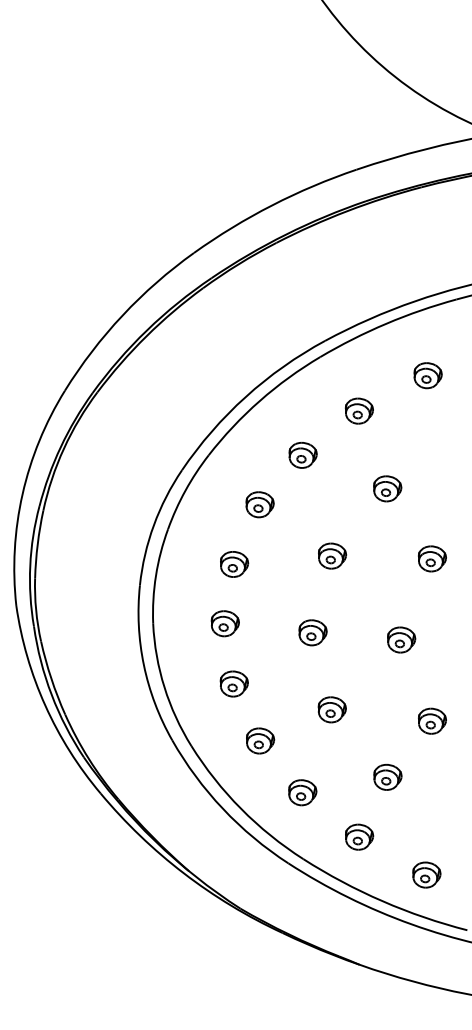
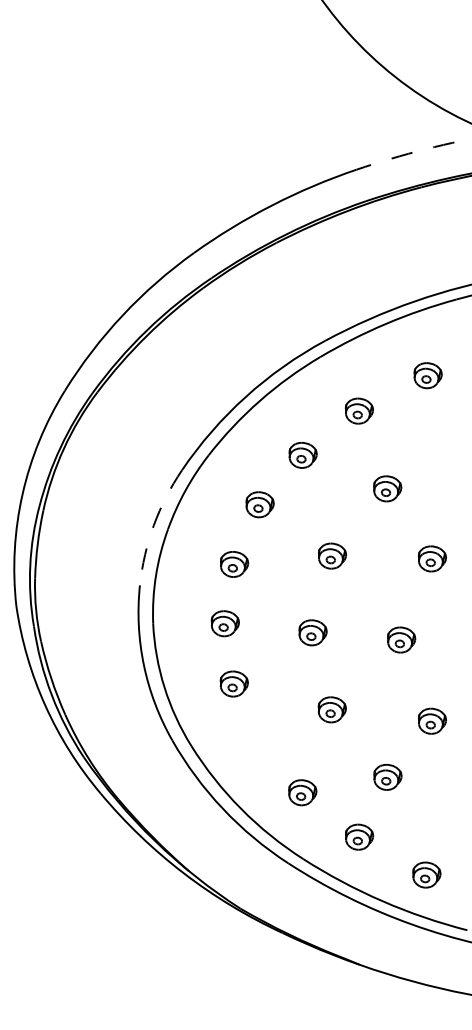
arc at (413, 152): solid -> dashed
arc at (153, 525): solid -> dashed
part at (260, 740): present -> none
